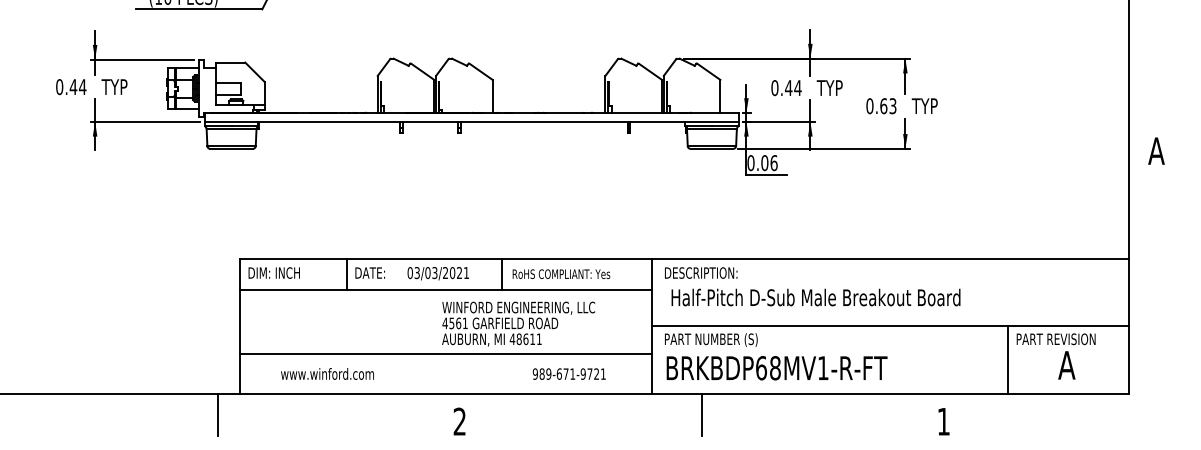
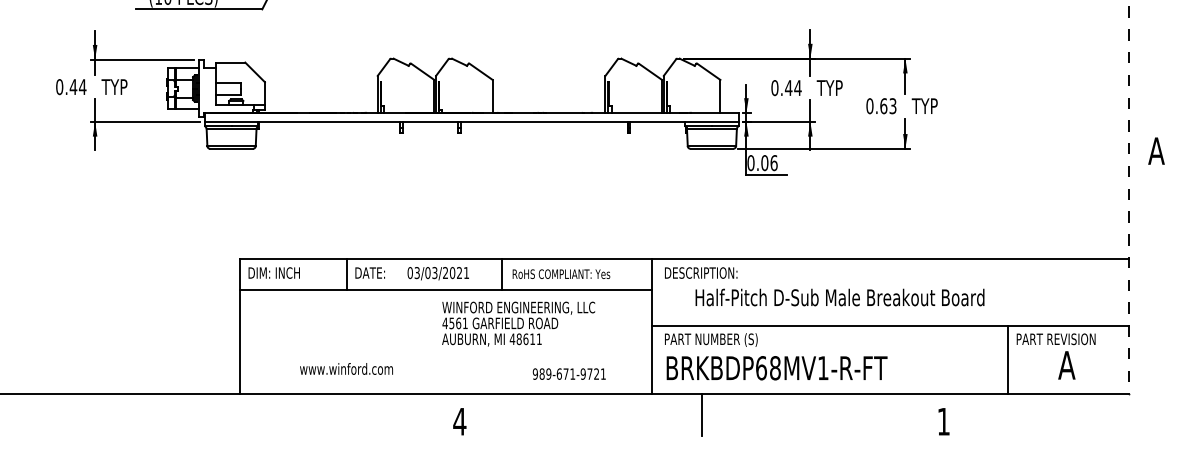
line at (1129, 197): solid -> dashed
text at (815, 297) position: (815, 297) -> (839, 297)
line at (446, 353): present -> none
text at (327, 373) position: (327, 373) -> (346, 368)
line at (218, 414): present -> none
text at (459, 421): 2 -> 4
